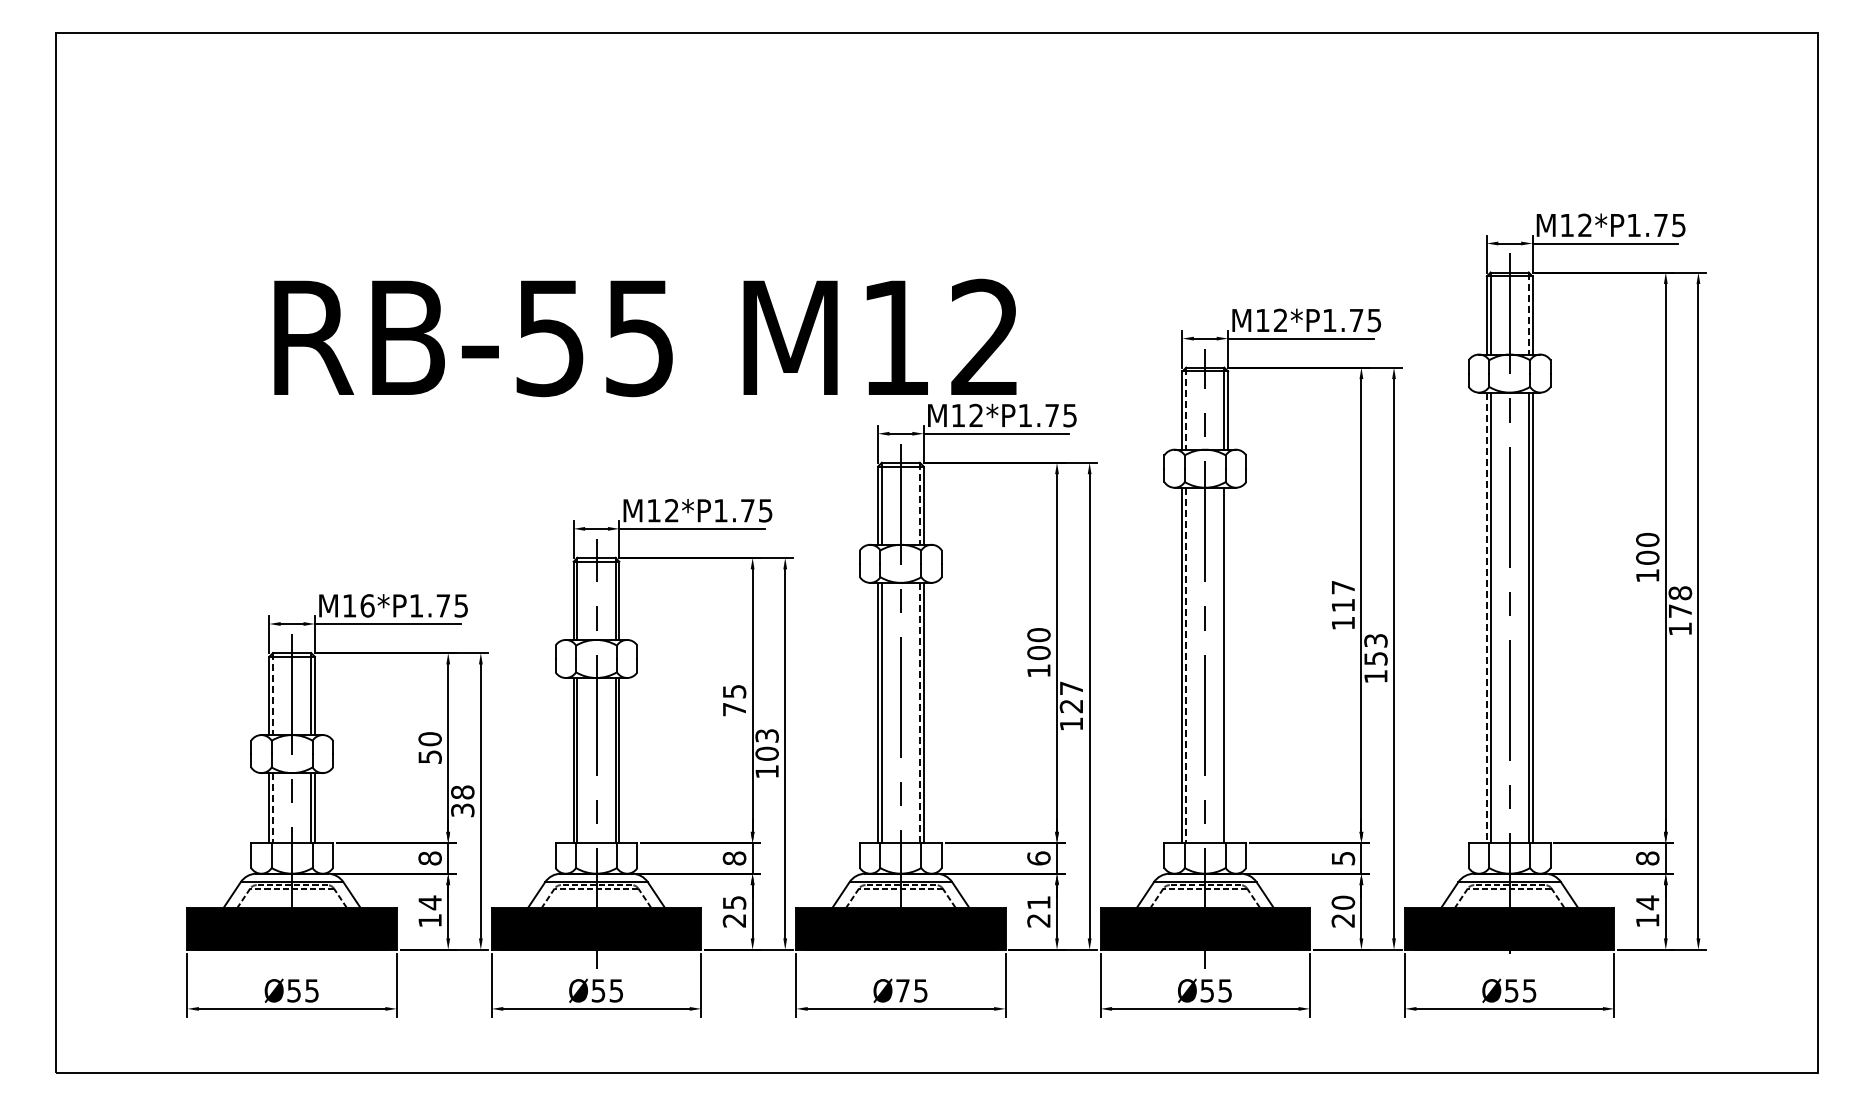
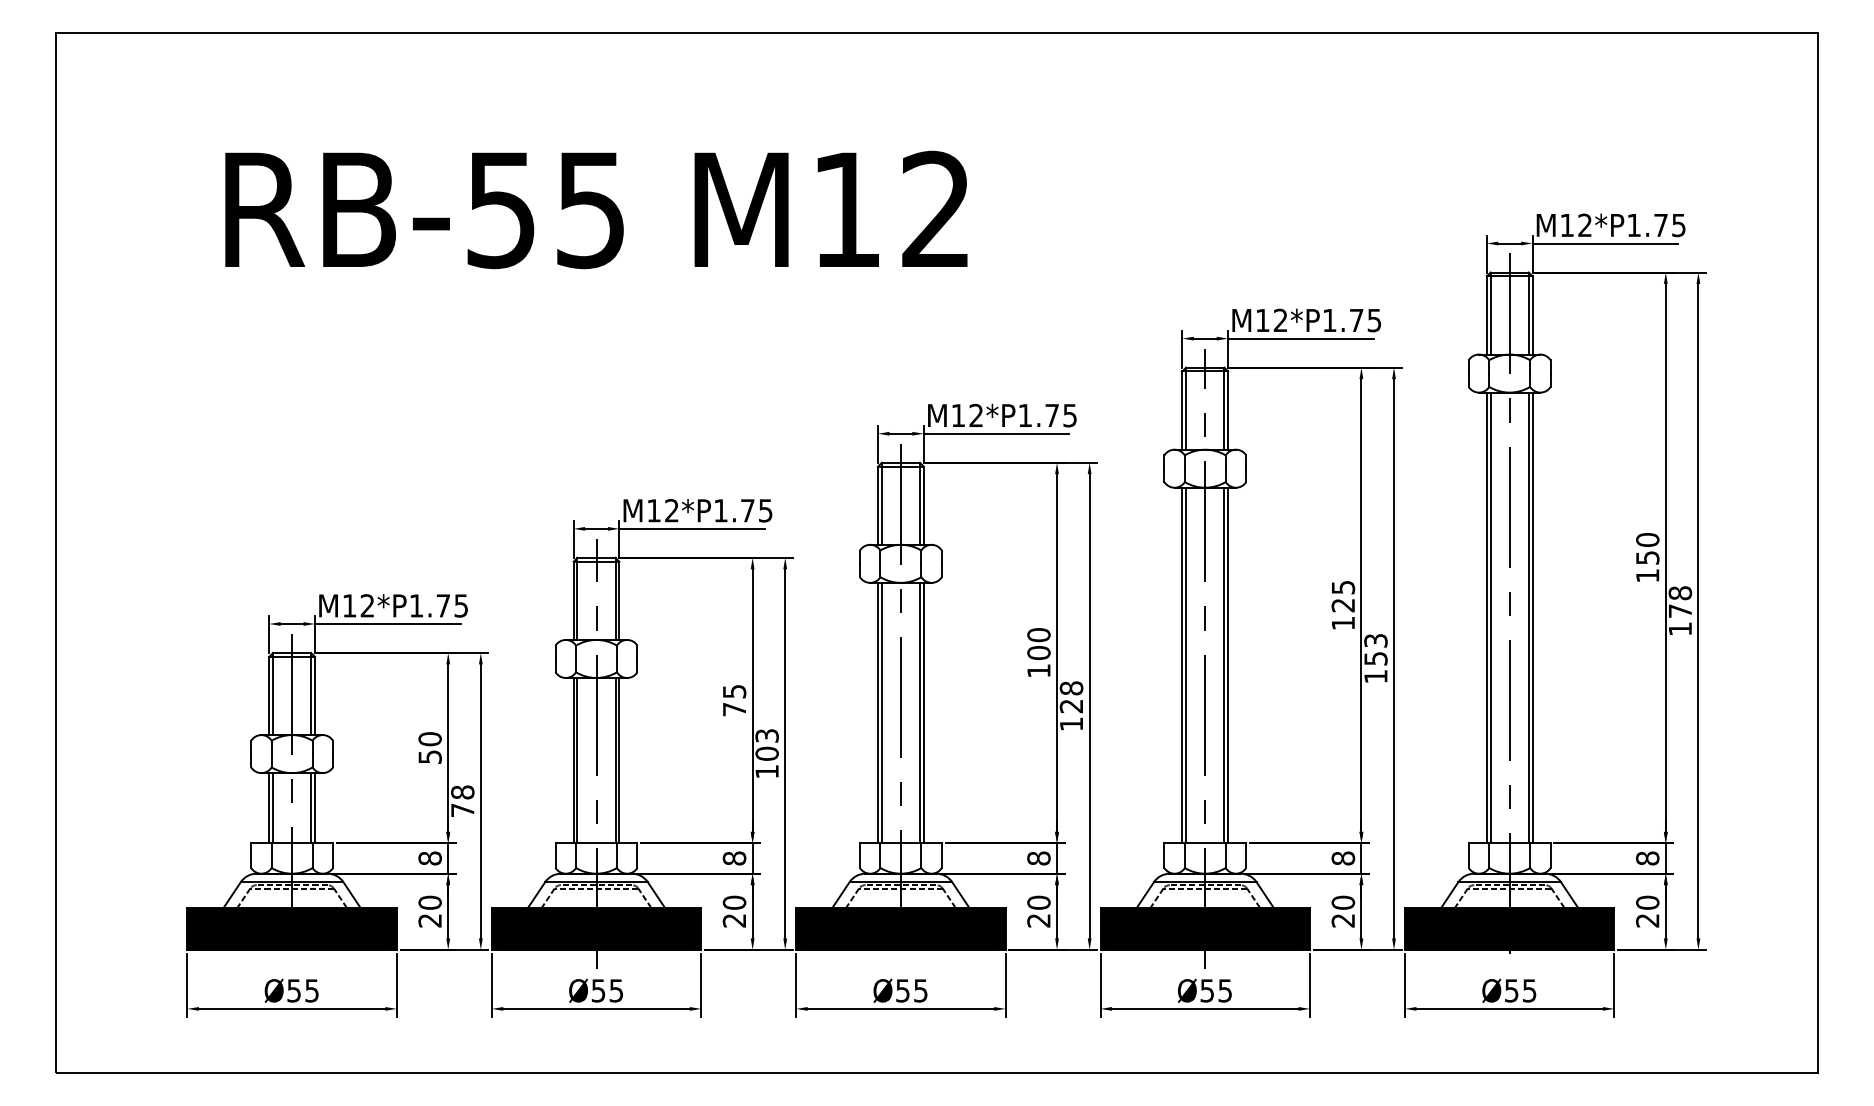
line at (1528, 314): dashed -> solid
text at (645, 337) position: (645, 337) -> (596, 209)
line at (1186, 409): dashed -> solid
line at (919, 504): dashed -> solid
text at (1647, 557): 100 -> 150
text at (1343, 596): 117 -> 125
text at (367, 605): M16*P1.75 -> M12*P1.75
line at (1486, 618): dashed -> solid
line at (1186, 665): dashed -> solid
line at (1228, 665): none -> present
text at (1071, 688): 127 -> 128
line at (273, 694): dashed -> solid
line at (919, 713): dashed -> solid
line at (273, 808): dashed -> solid
text at (462, 810): 38 -> 78
text at (1038, 858): 6 -> 8
text at (1343, 858): 5 -> 8
text at (734, 902): 25 -> 20
text at (1038, 902): 21 -> 20
text at (429, 911): 14 -> 20
text at (1647, 911): 14 -> 20
text at (902, 990): Ø75 -> Ø55
